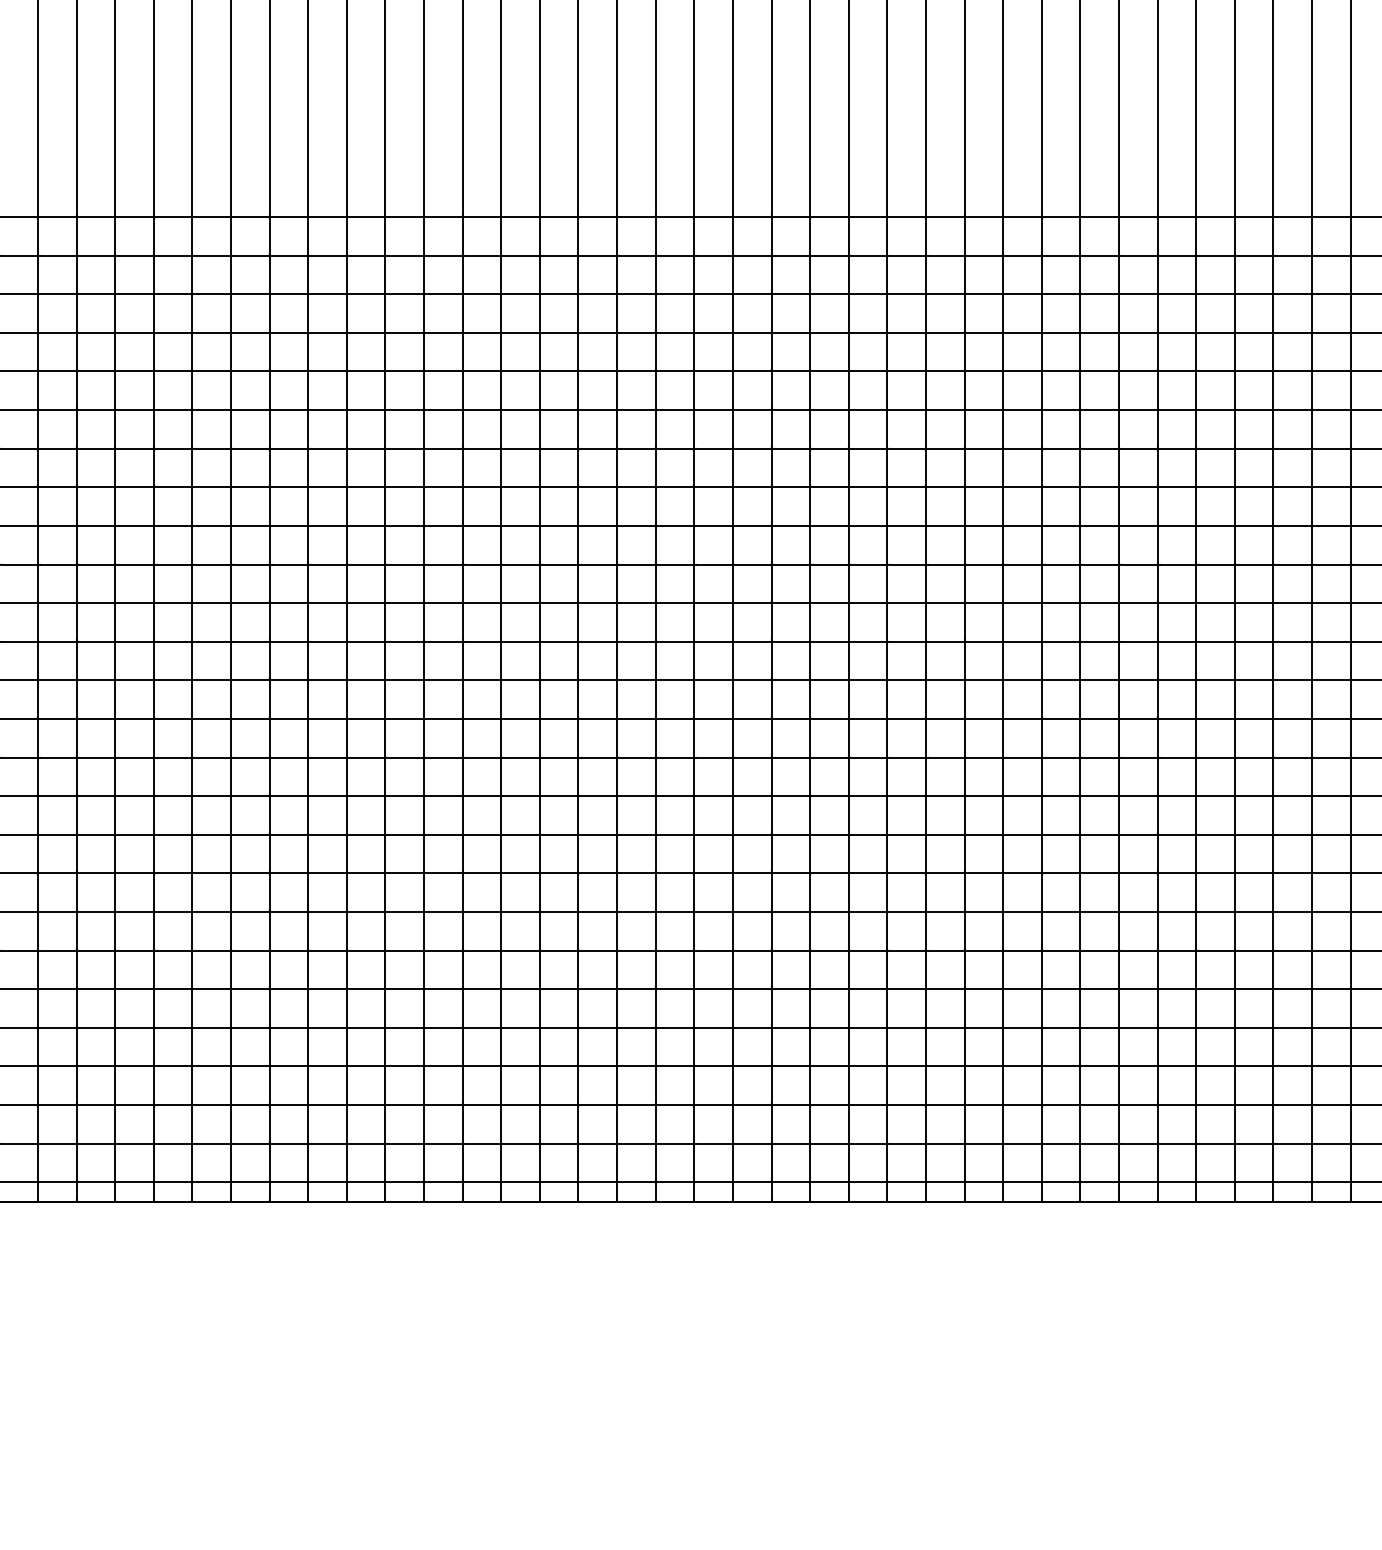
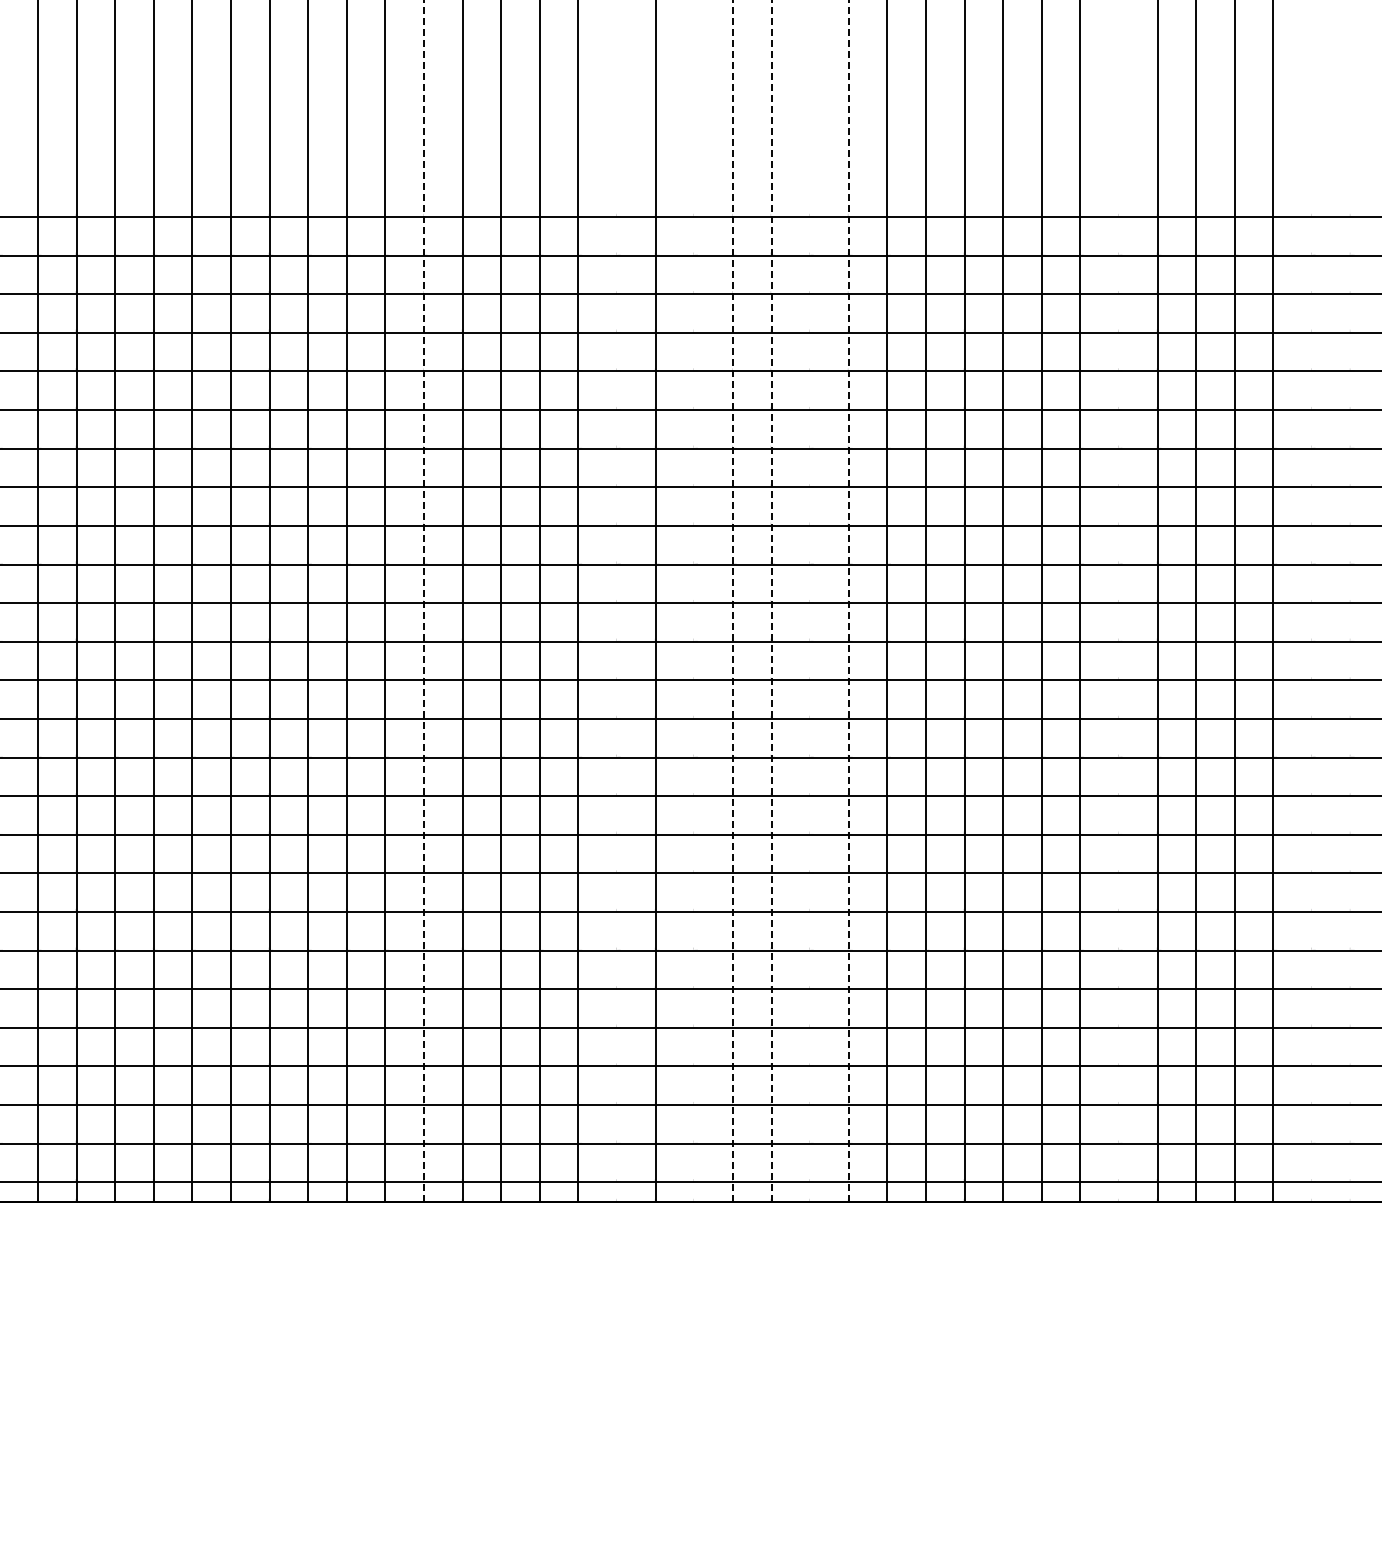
line at (424, 601): solid -> dashed
line at (732, 601): solid -> dashed
line at (771, 601): solid -> dashed
line at (848, 601): solid -> dashed
line at (617, 602): present -> none
line at (694, 602): present -> none
line at (810, 602): present -> none
line at (1119, 602): present -> none
line at (1312, 602): present -> none
line at (1350, 602): present -> none
